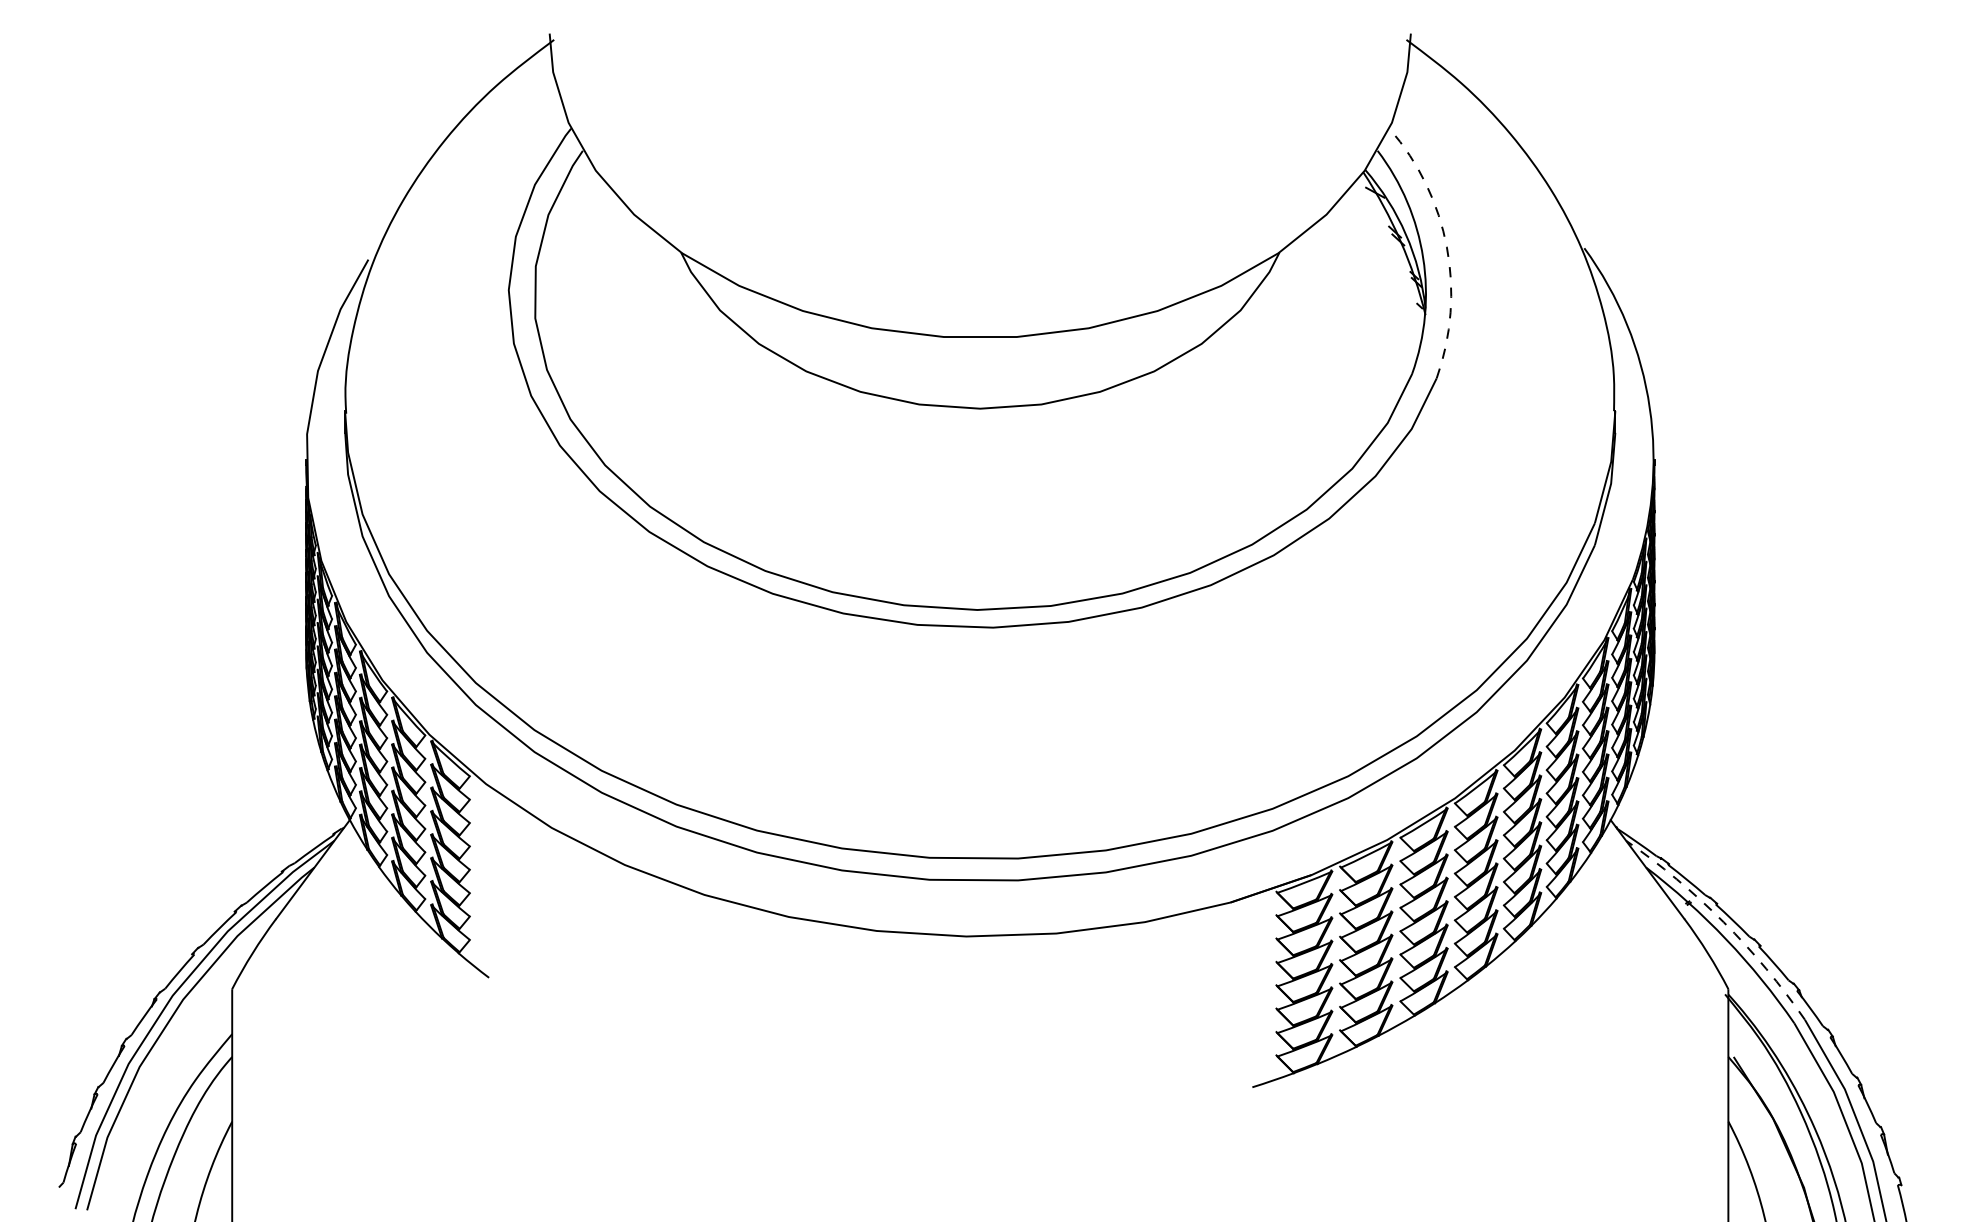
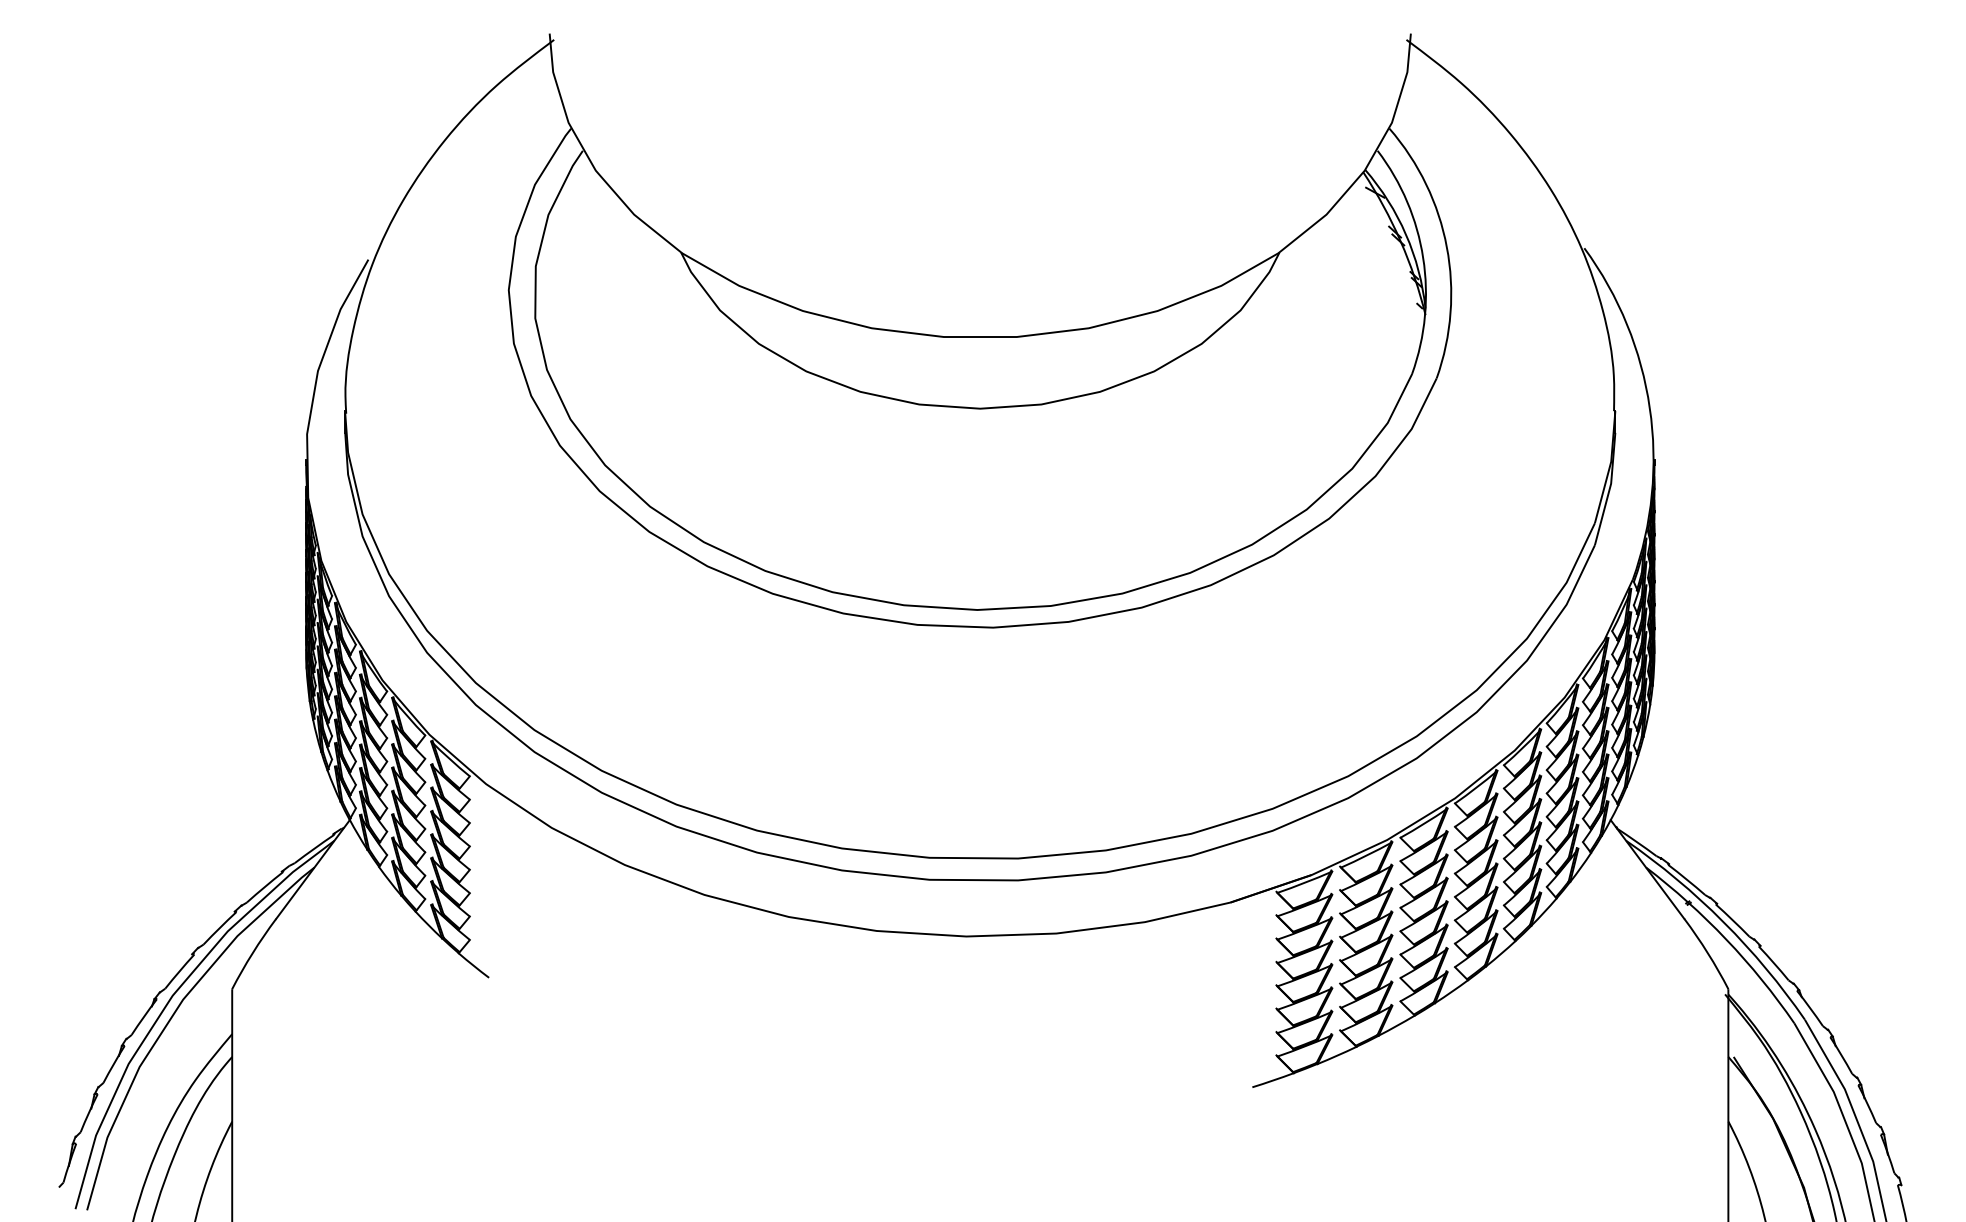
arc at (1446, 247): dashed -> solid
arc at (1723, 922): dashed -> solid
